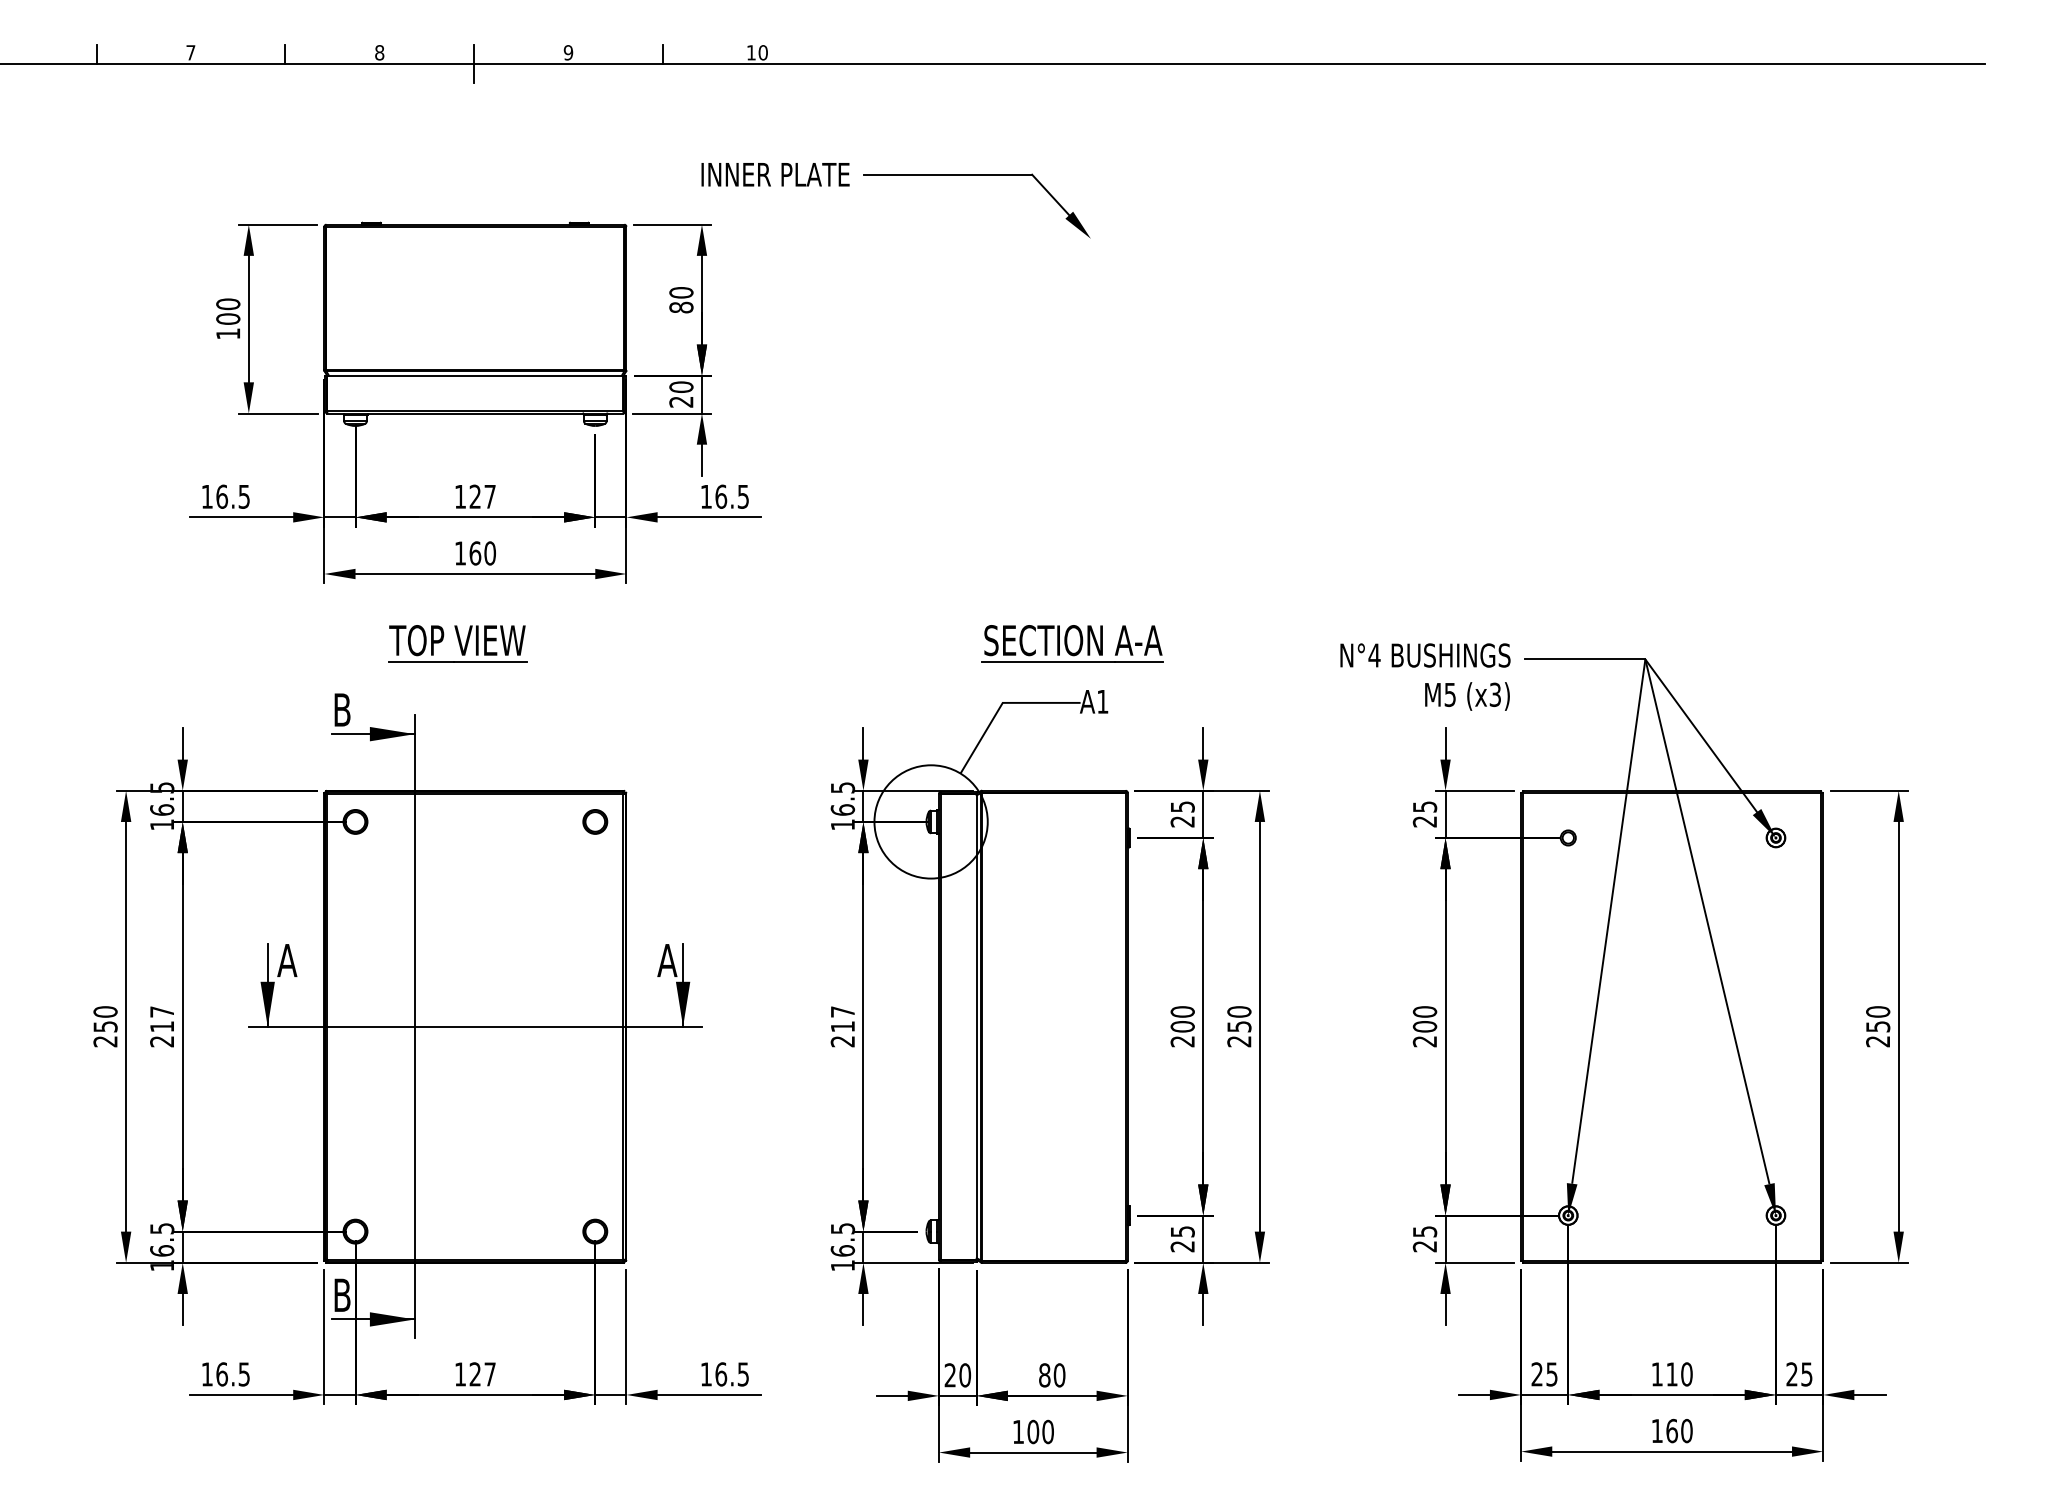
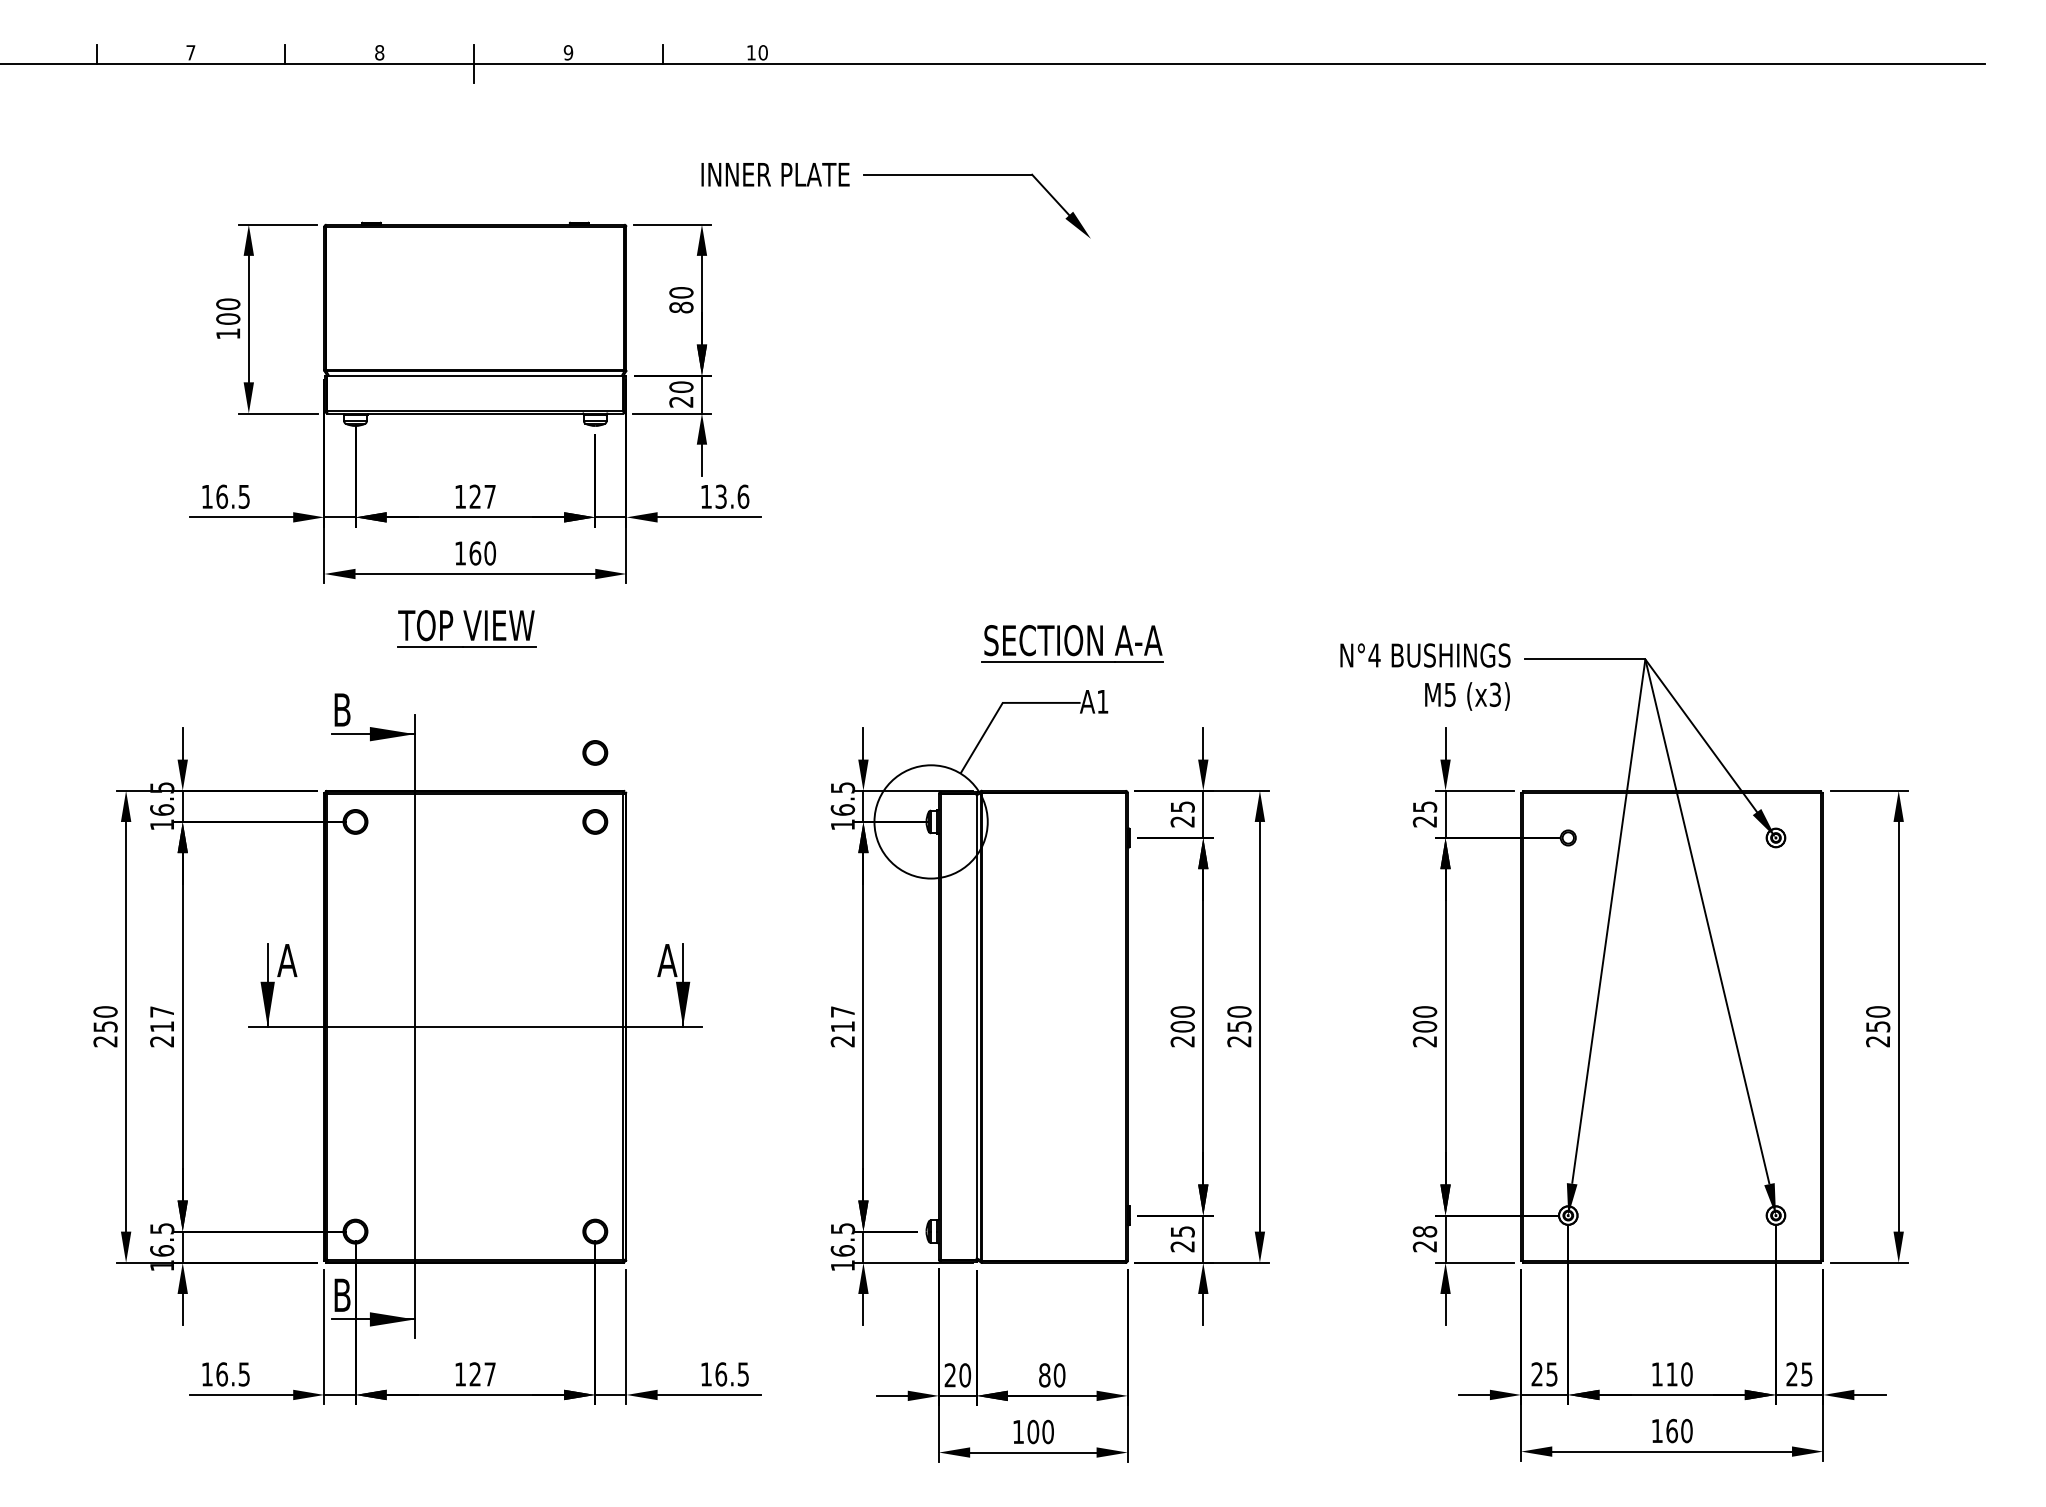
text at (732, 496): 16.5 -> 13.6
part at (457, 643) position: (457, 643) -> (466, 628)
part at (595, 752): none -> present
text at (1424, 1231): 25 -> 28
